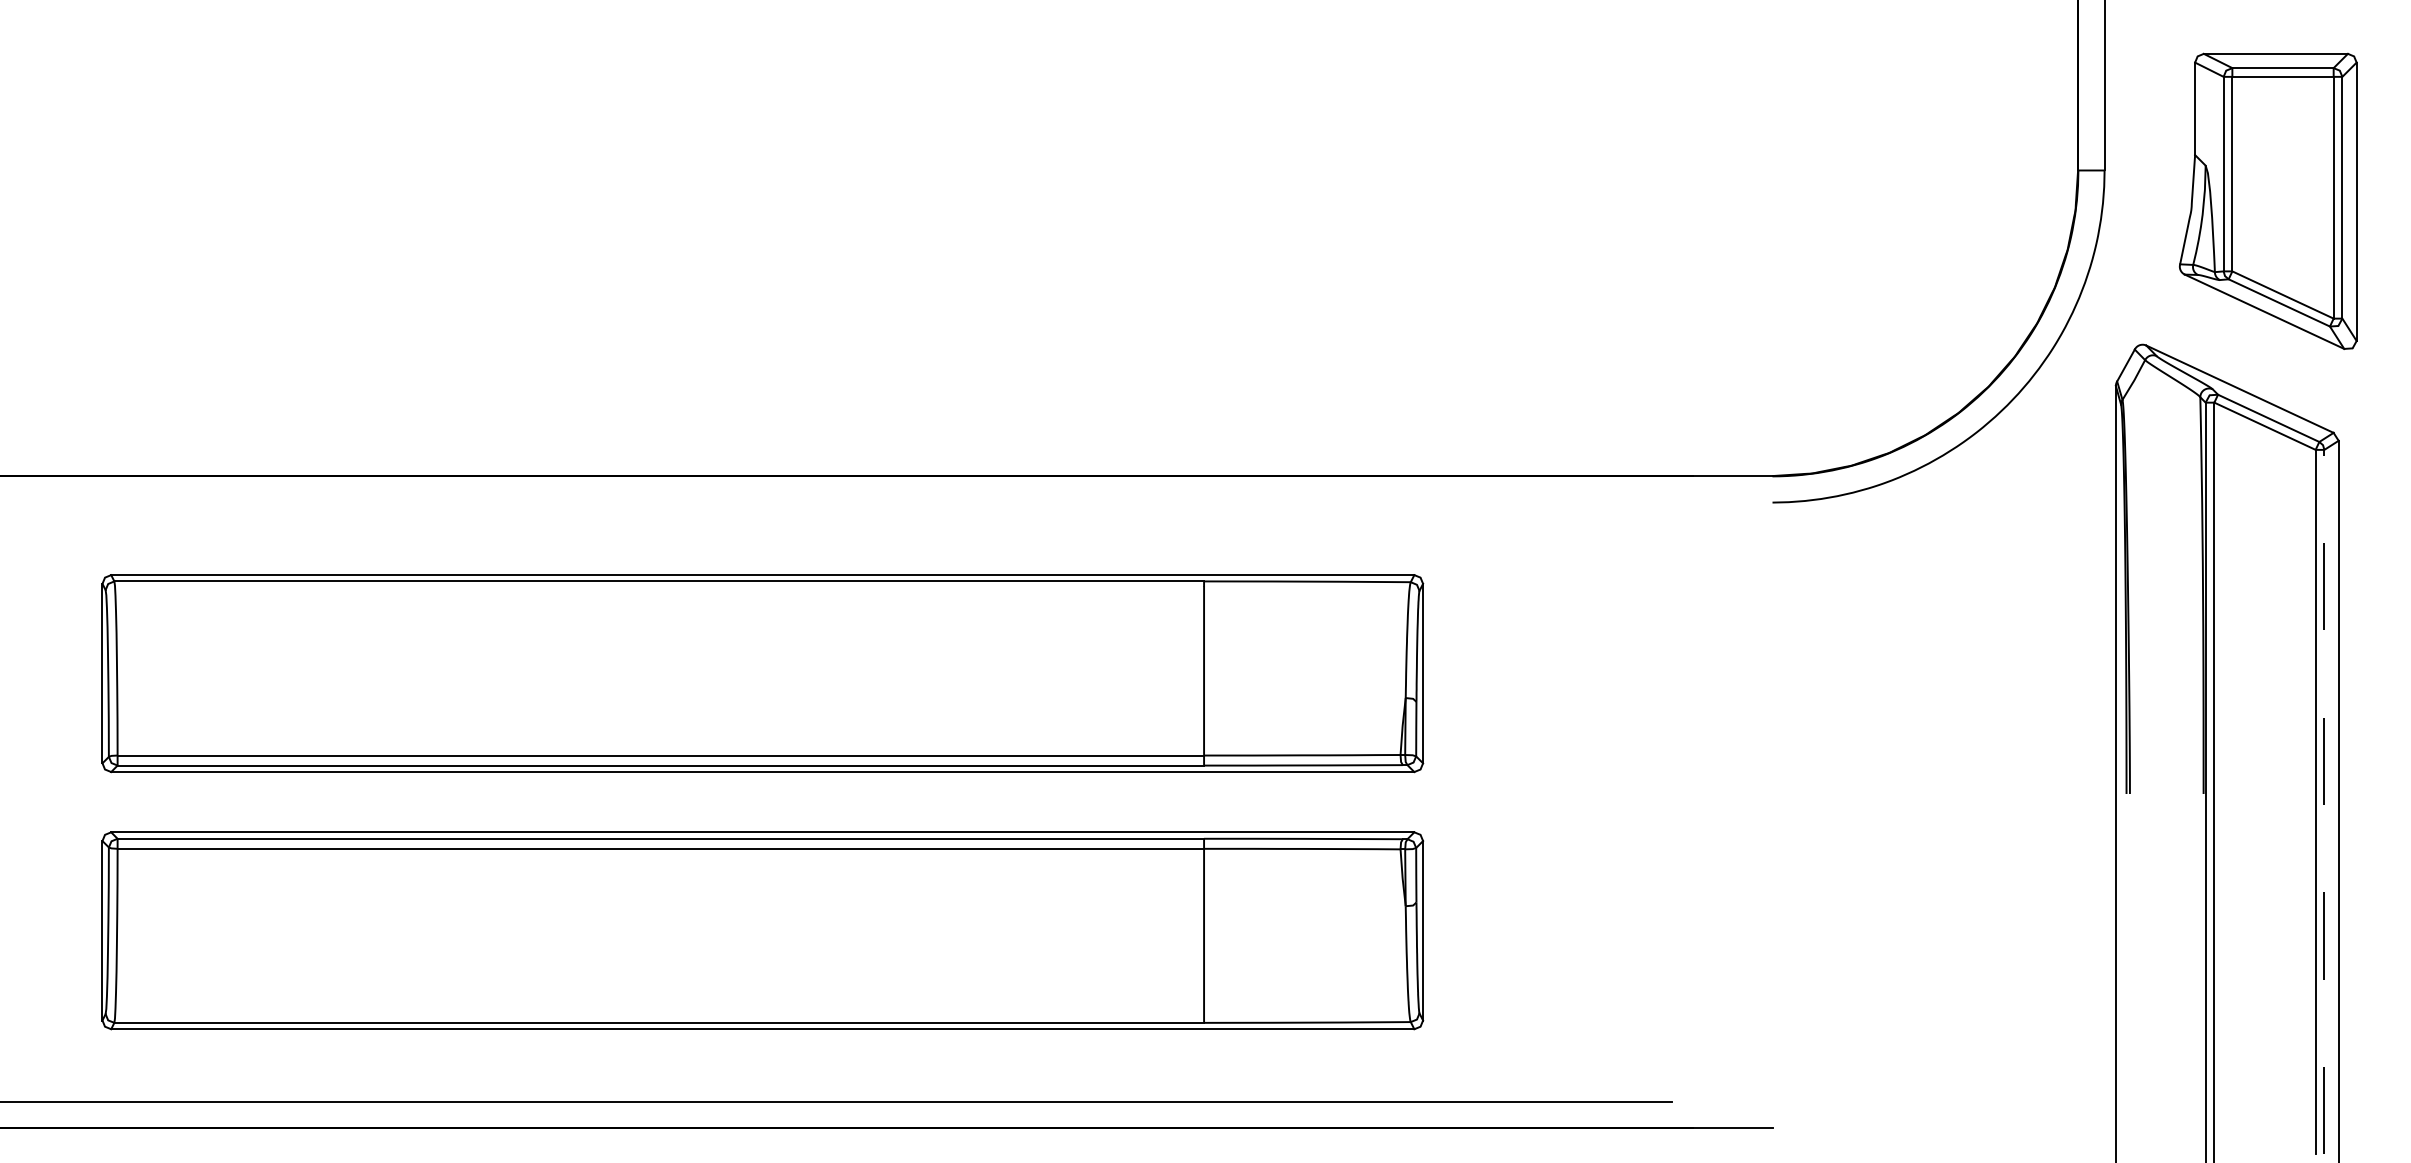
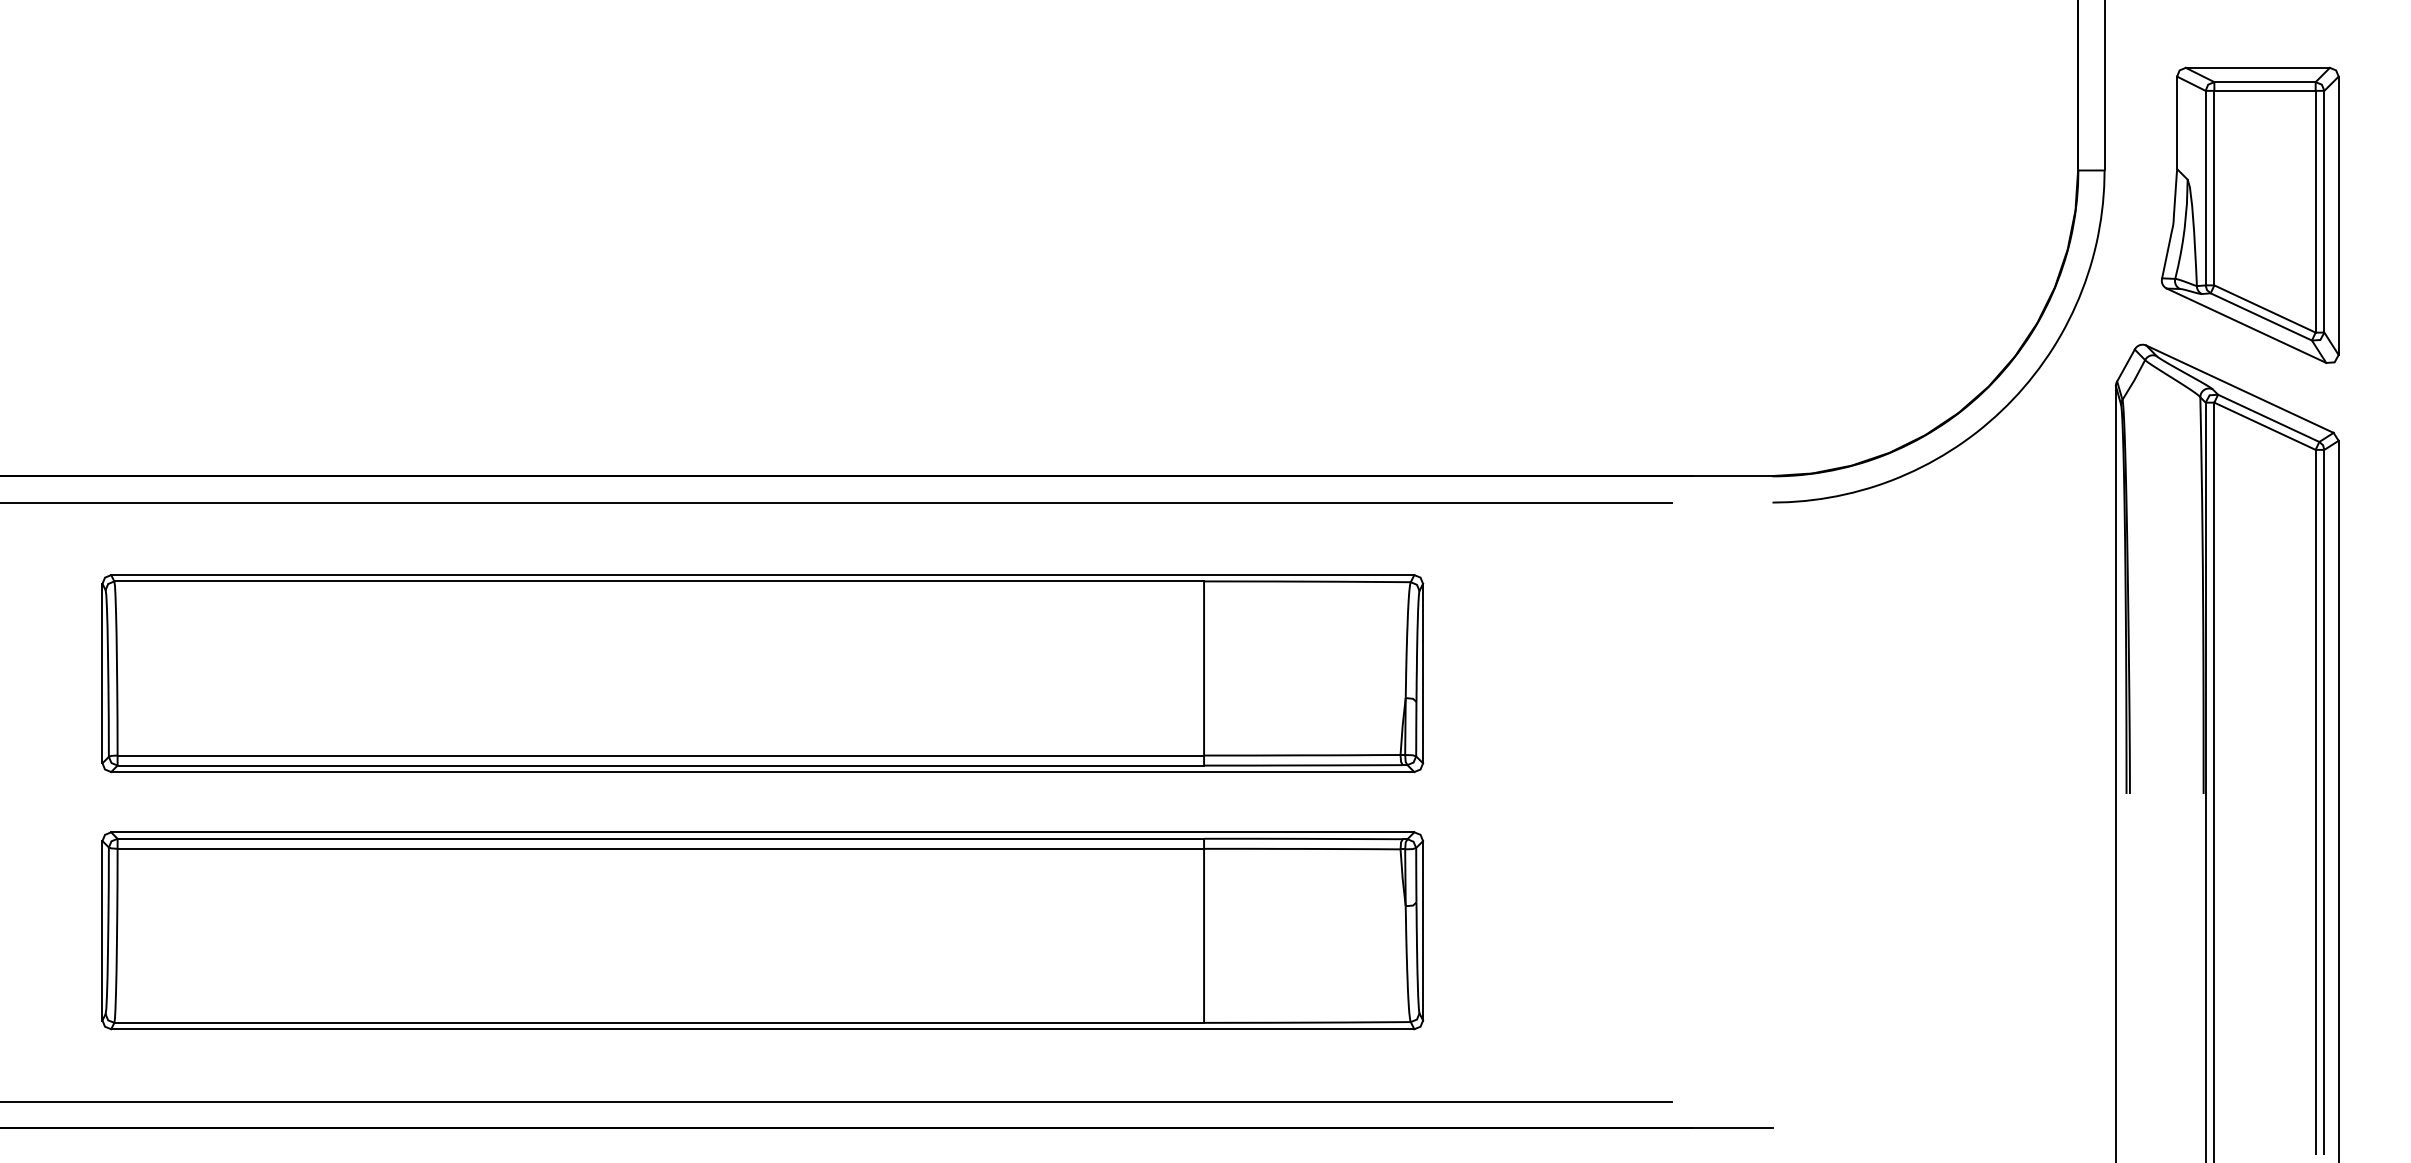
part at (2268, 200) position: (2268, 200) -> (2250, 214)
line at (836, 502): none -> present
line at (2324, 801): dashed -> solid
